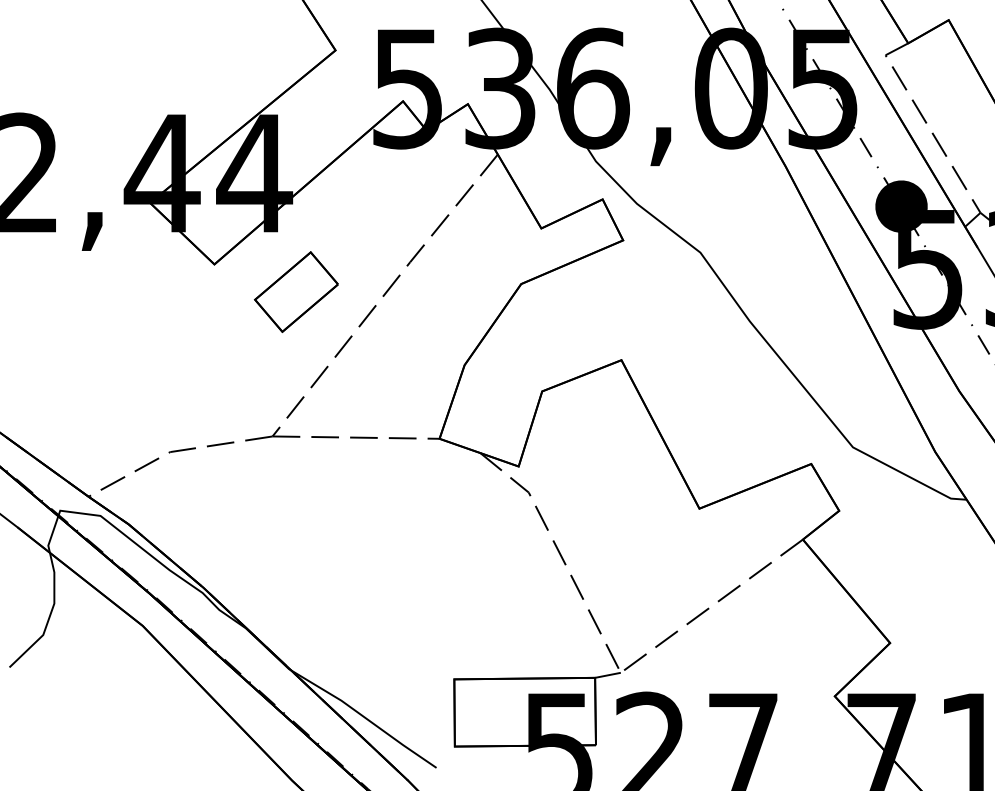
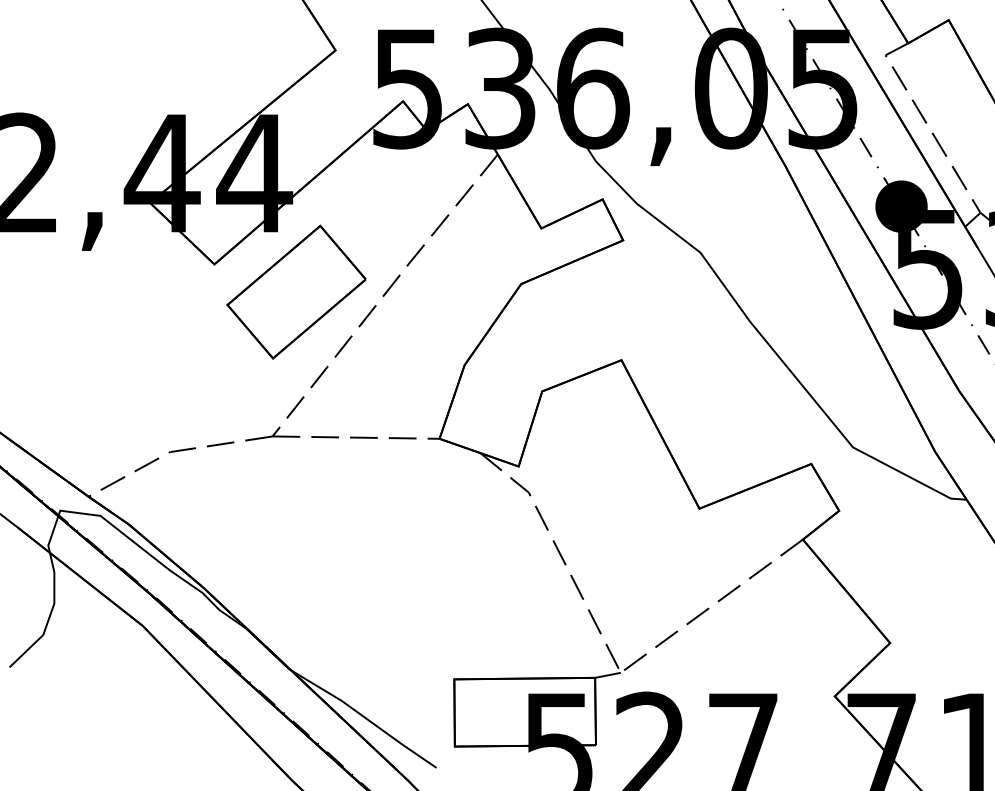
part at (296, 291) size: 85x82 px -> 141x136 px
